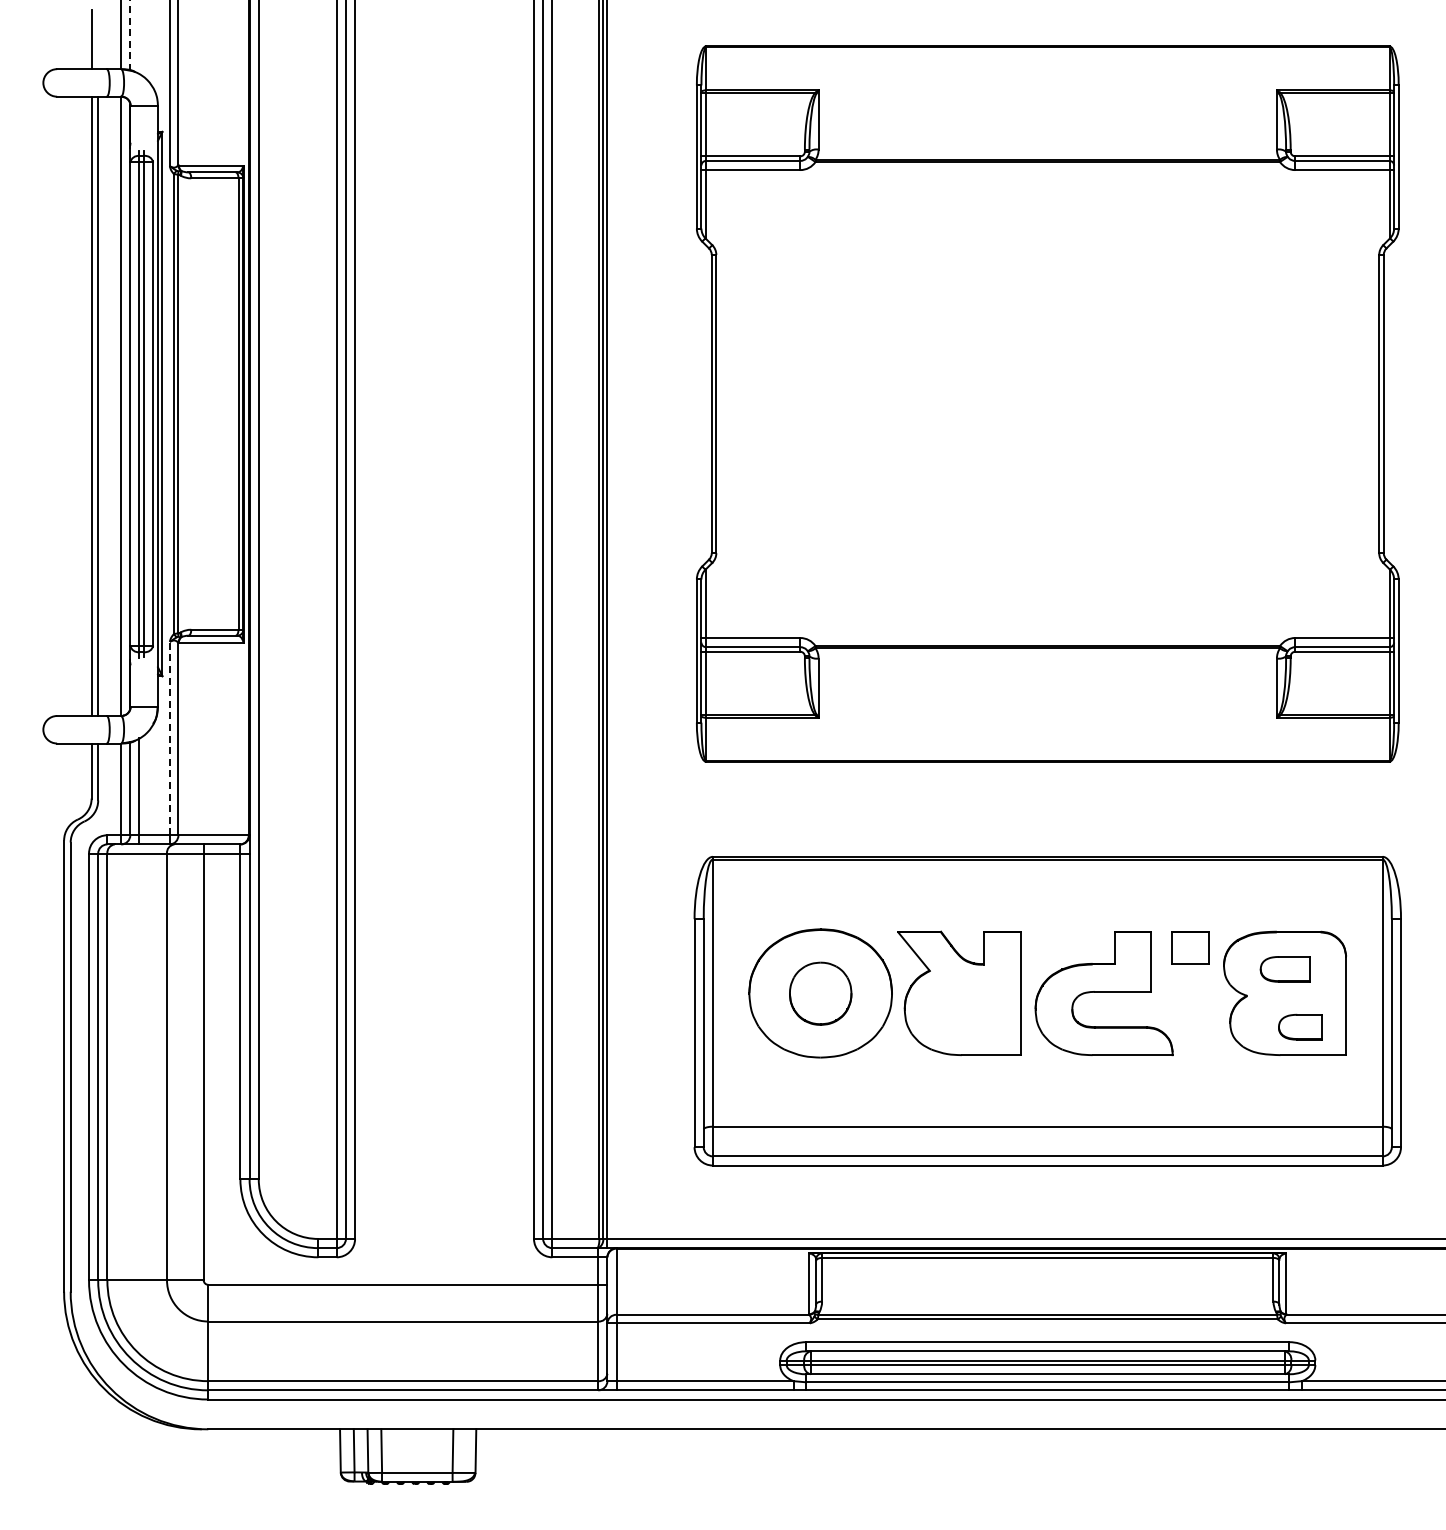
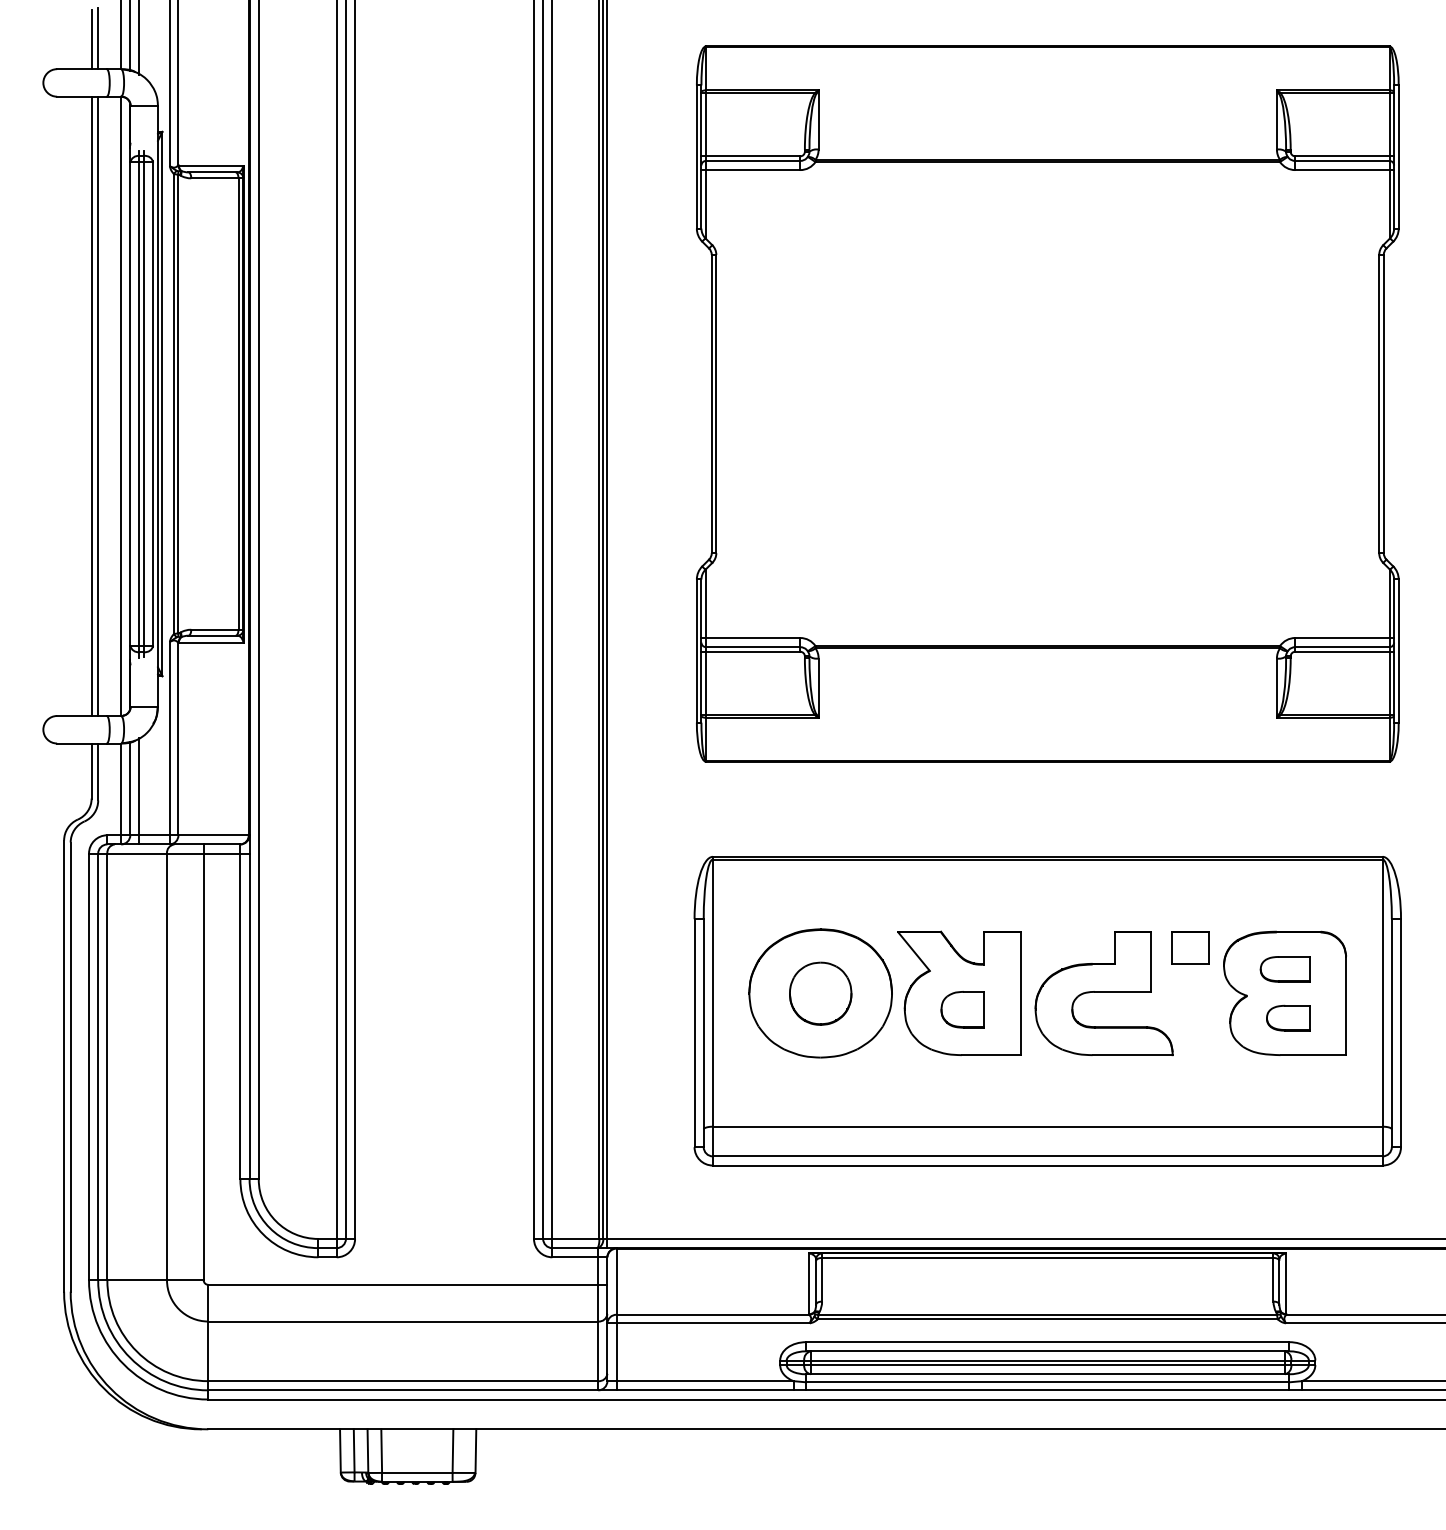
line at (130, 35): dashed -> solid
line at (98, 38): none -> present
line at (139, 38): none -> present
line at (169, 738): dashed -> solid
part at (962, 1009): none -> present
part at (1300, 1026) position: (1300, 1026) -> (1288, 1017)
